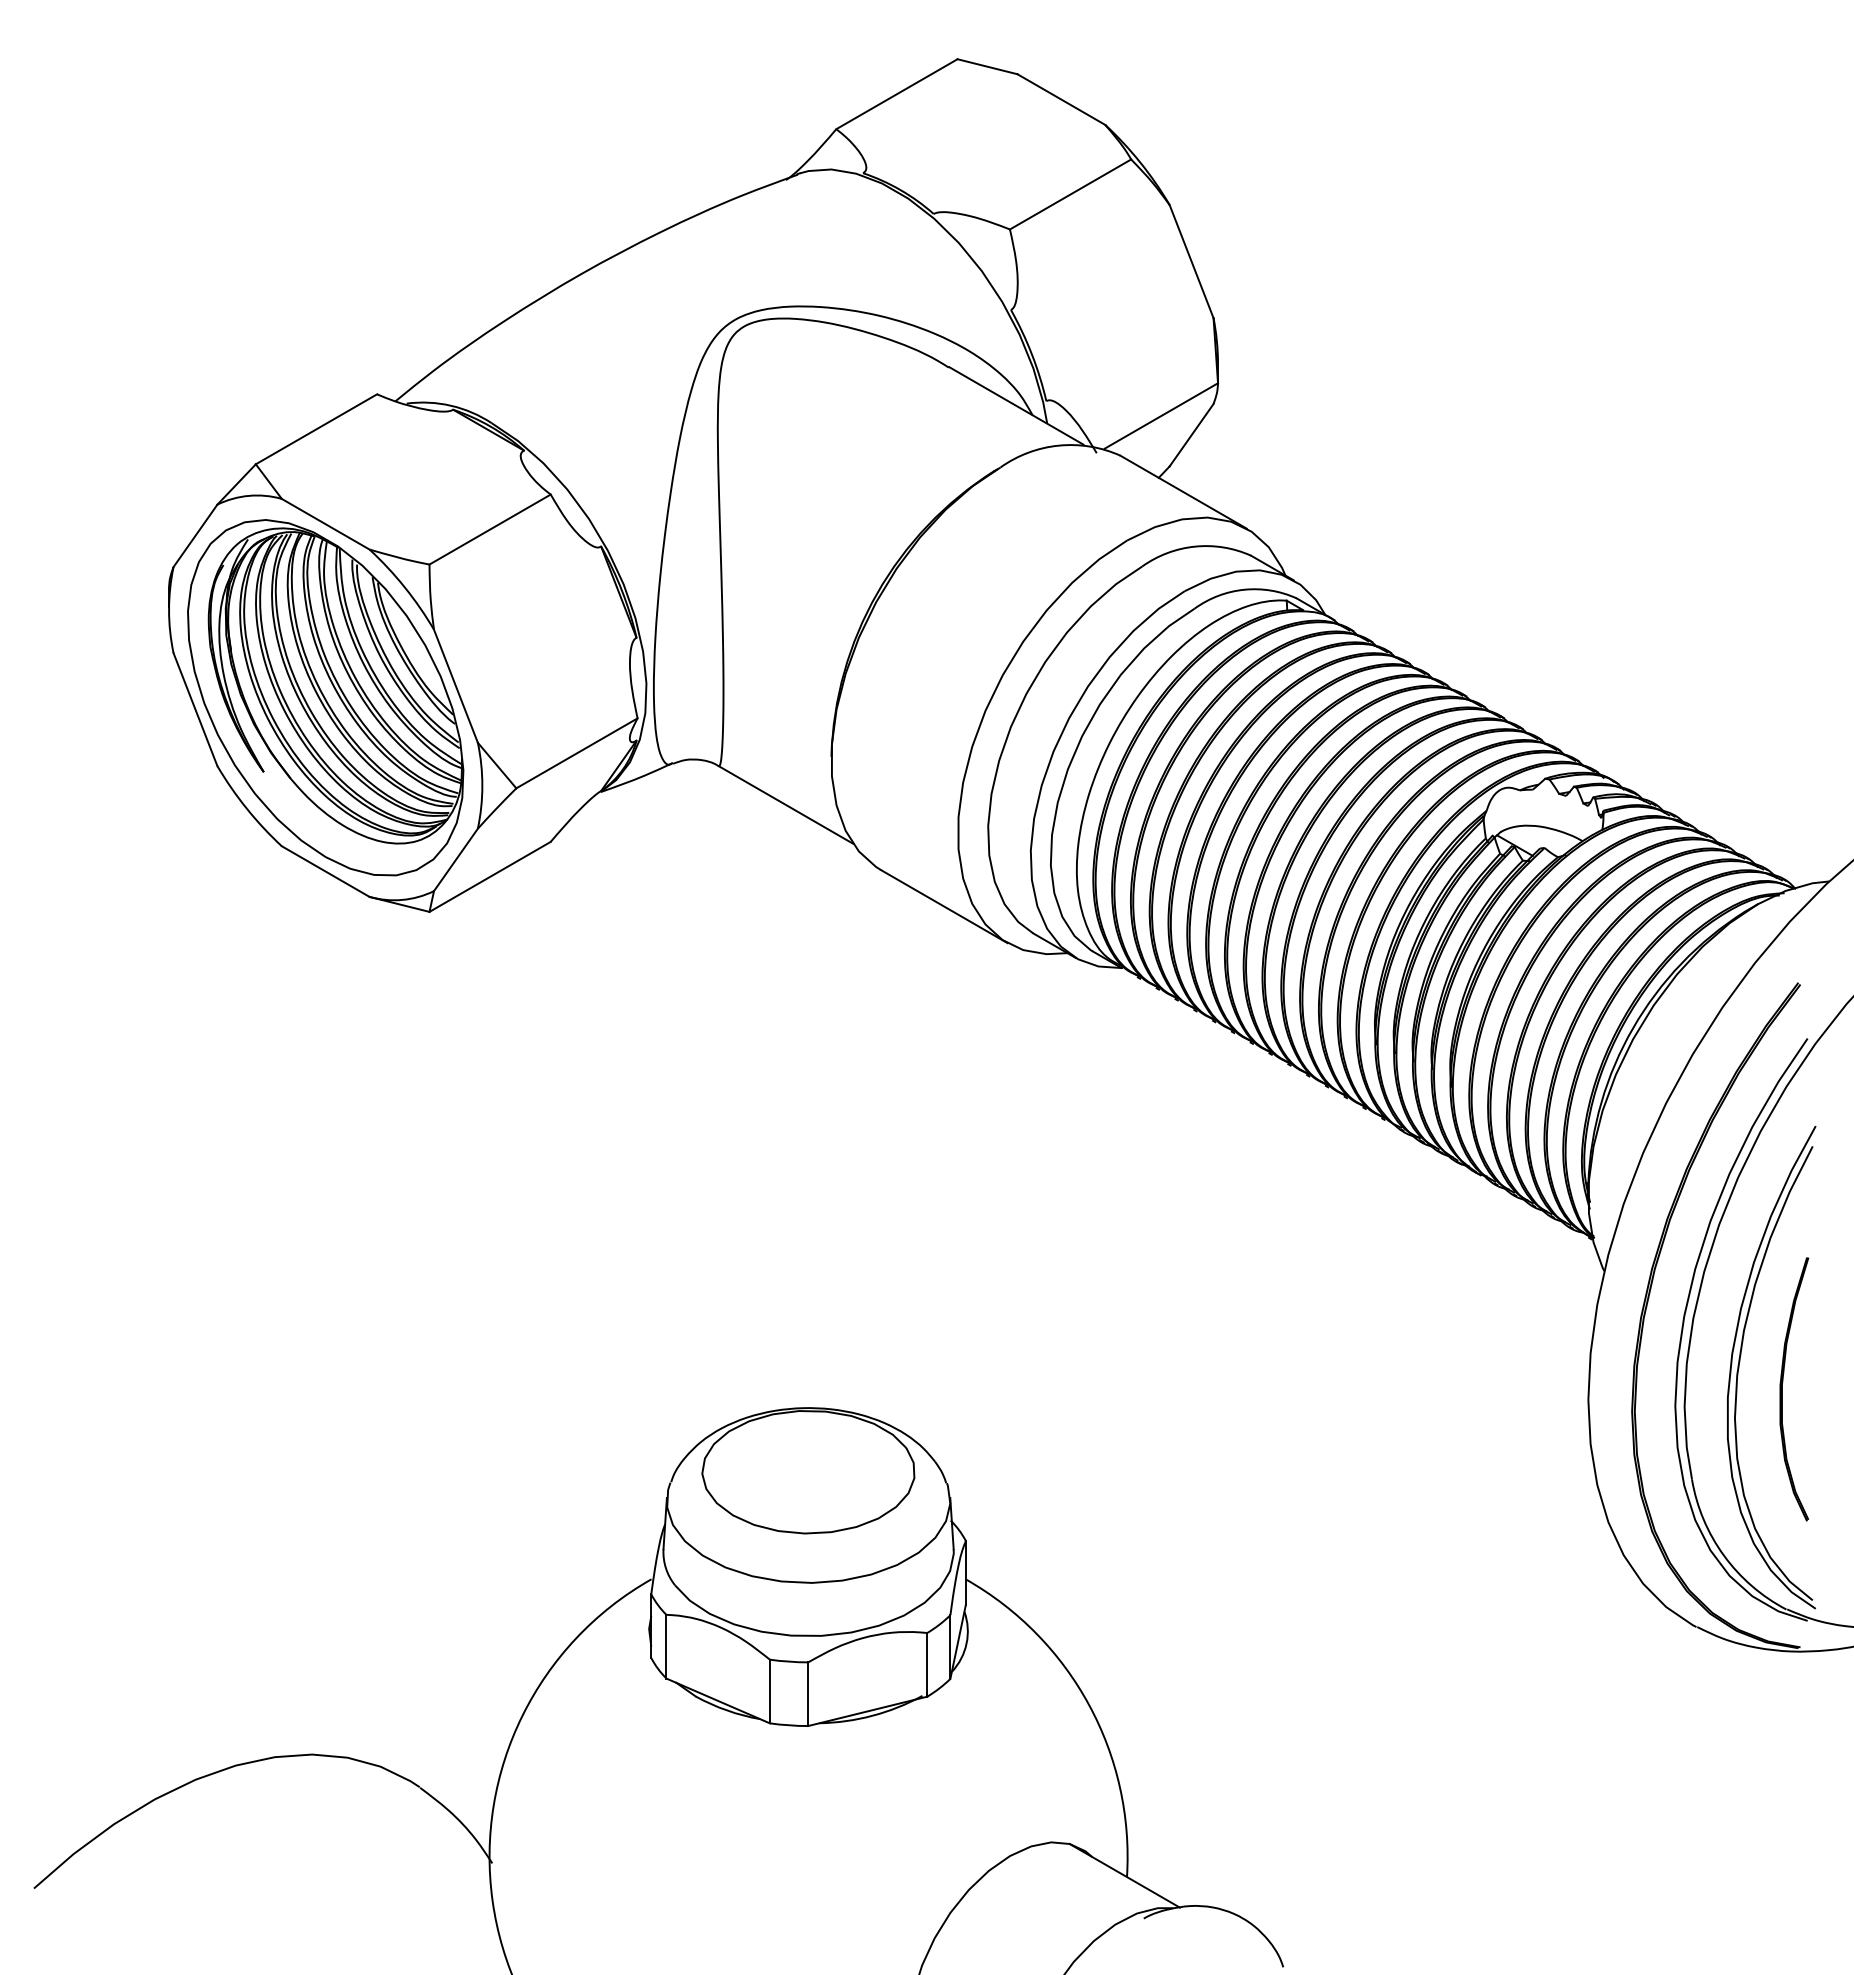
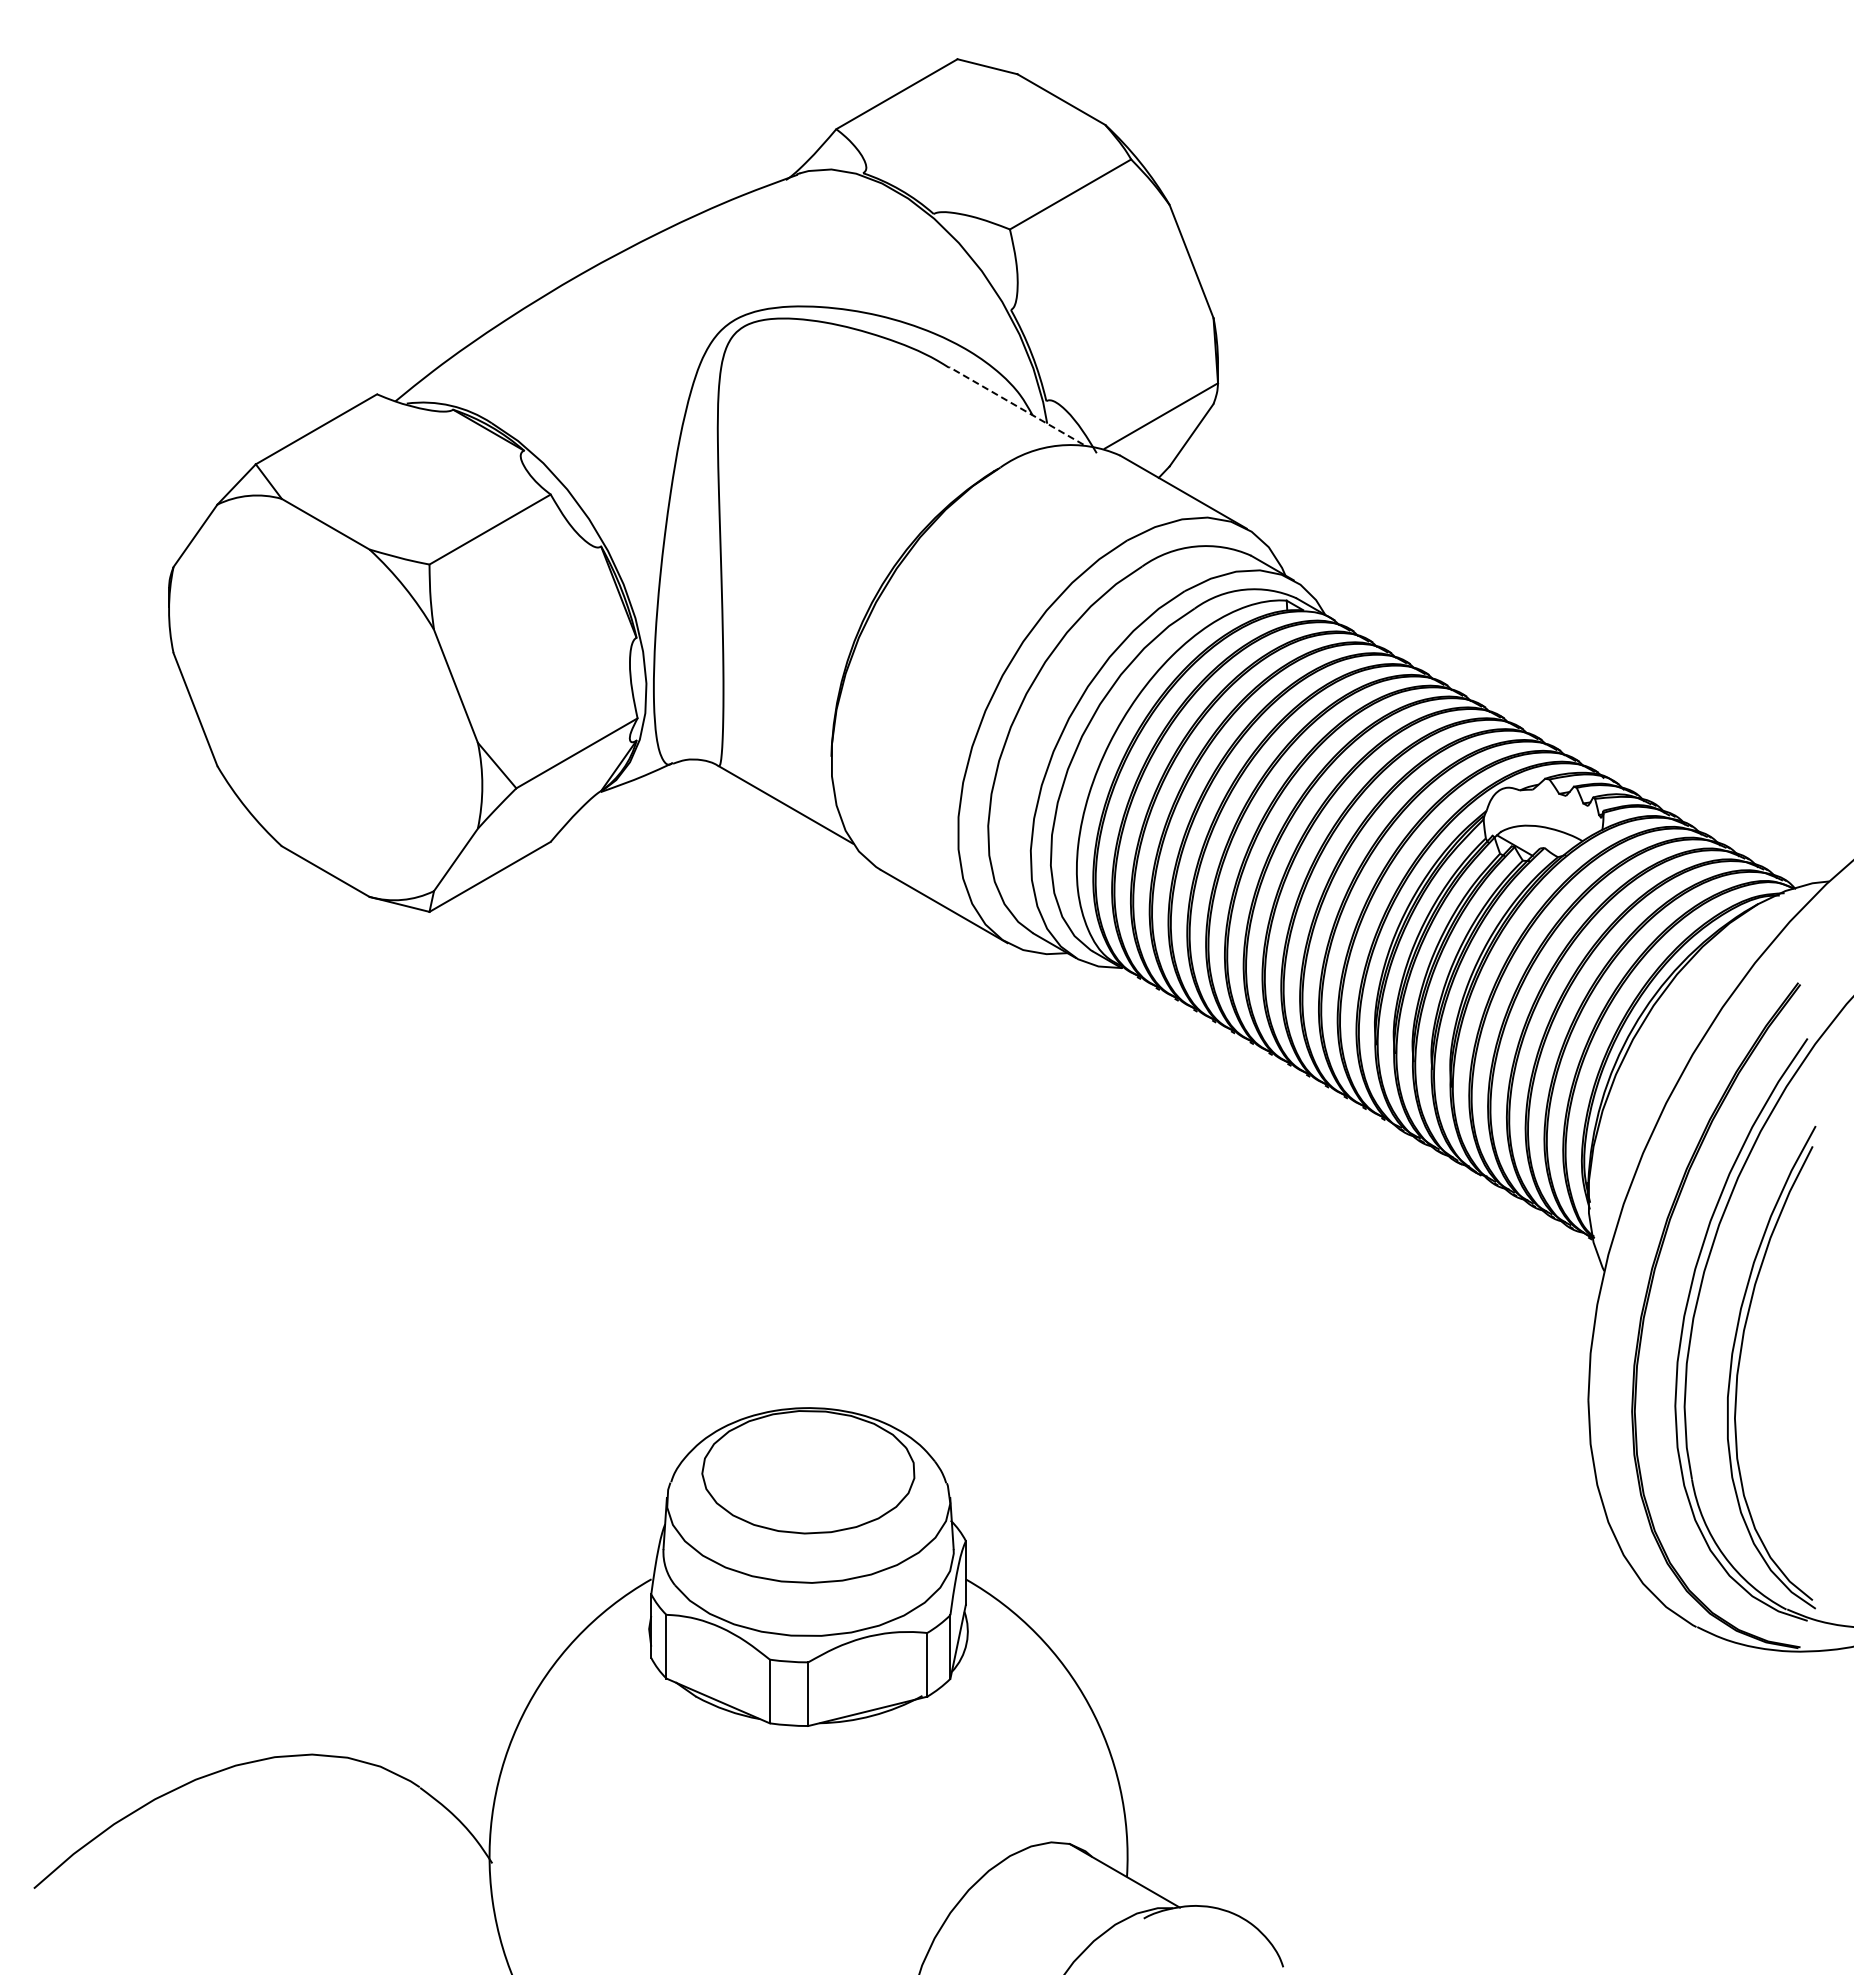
line at (1016, 405): solid -> dashed
part at (325, 697): present -> none
part at (1782, 1389): present -> none
